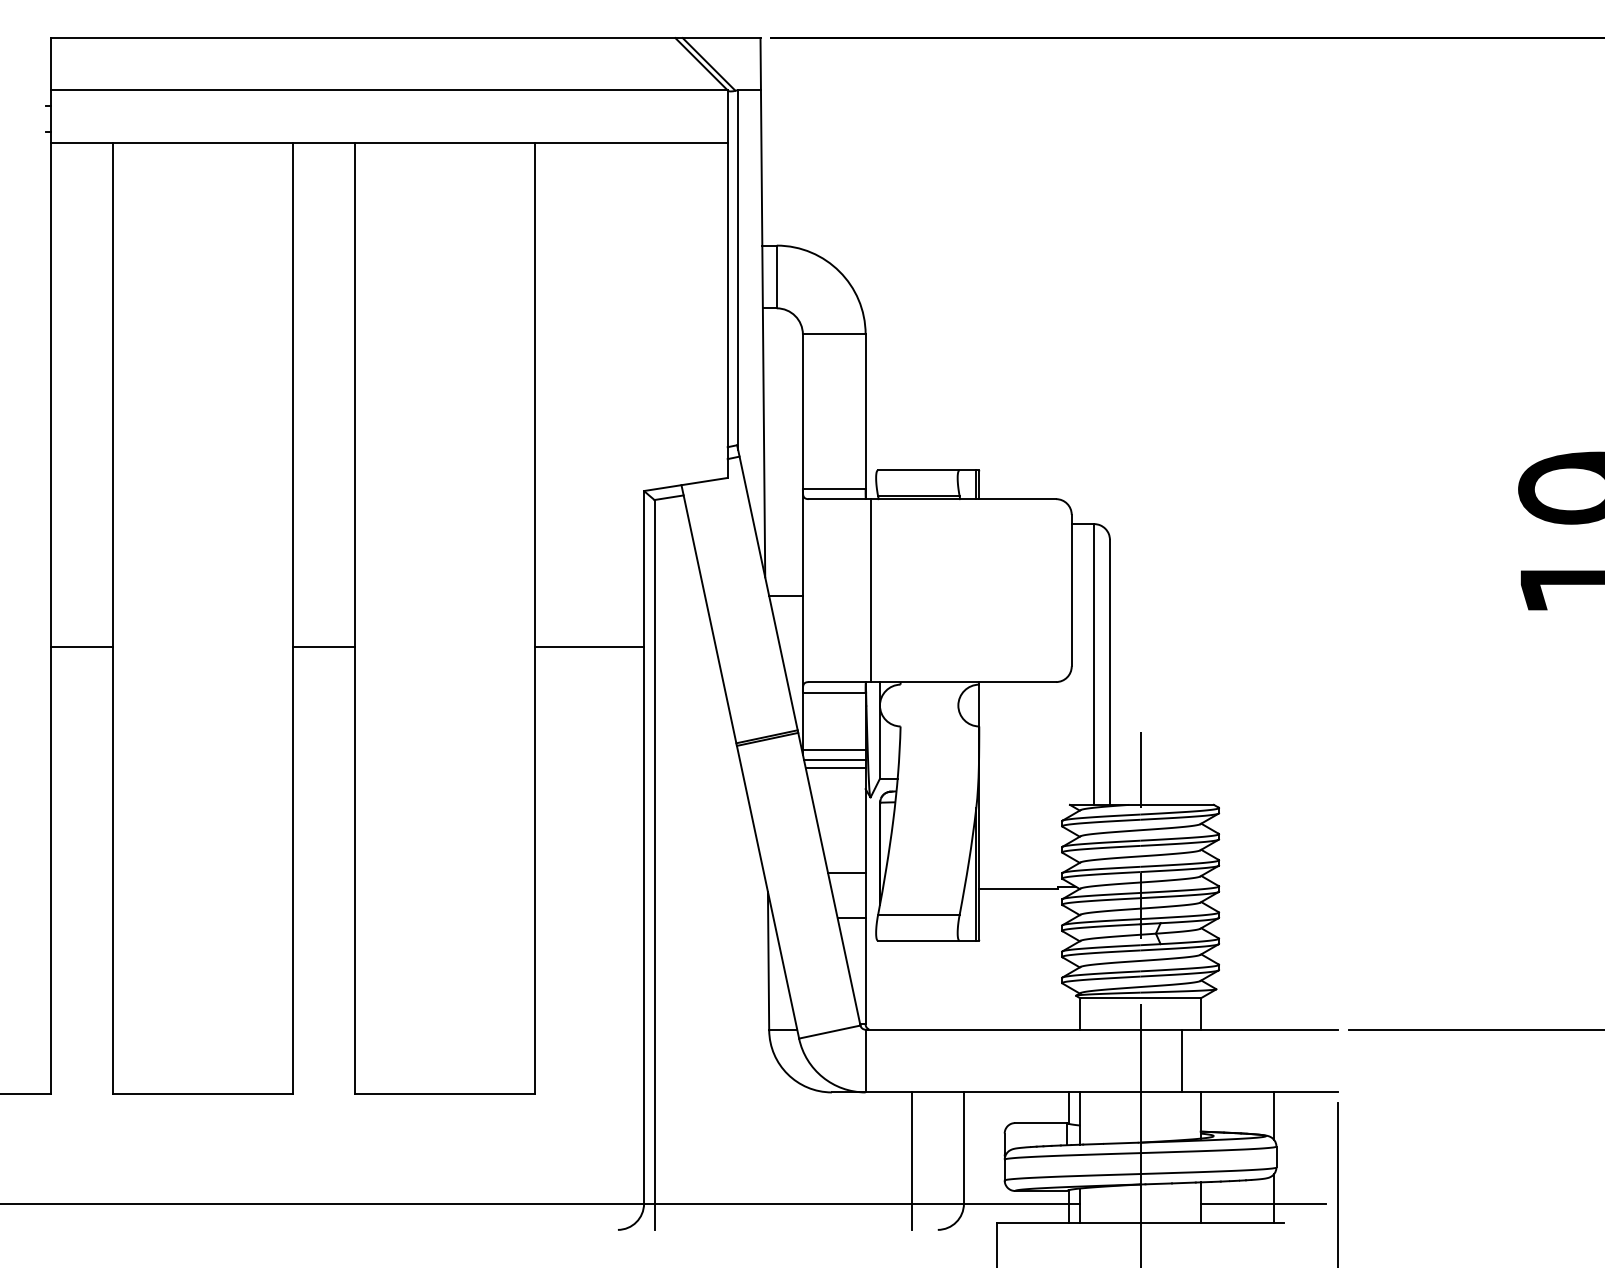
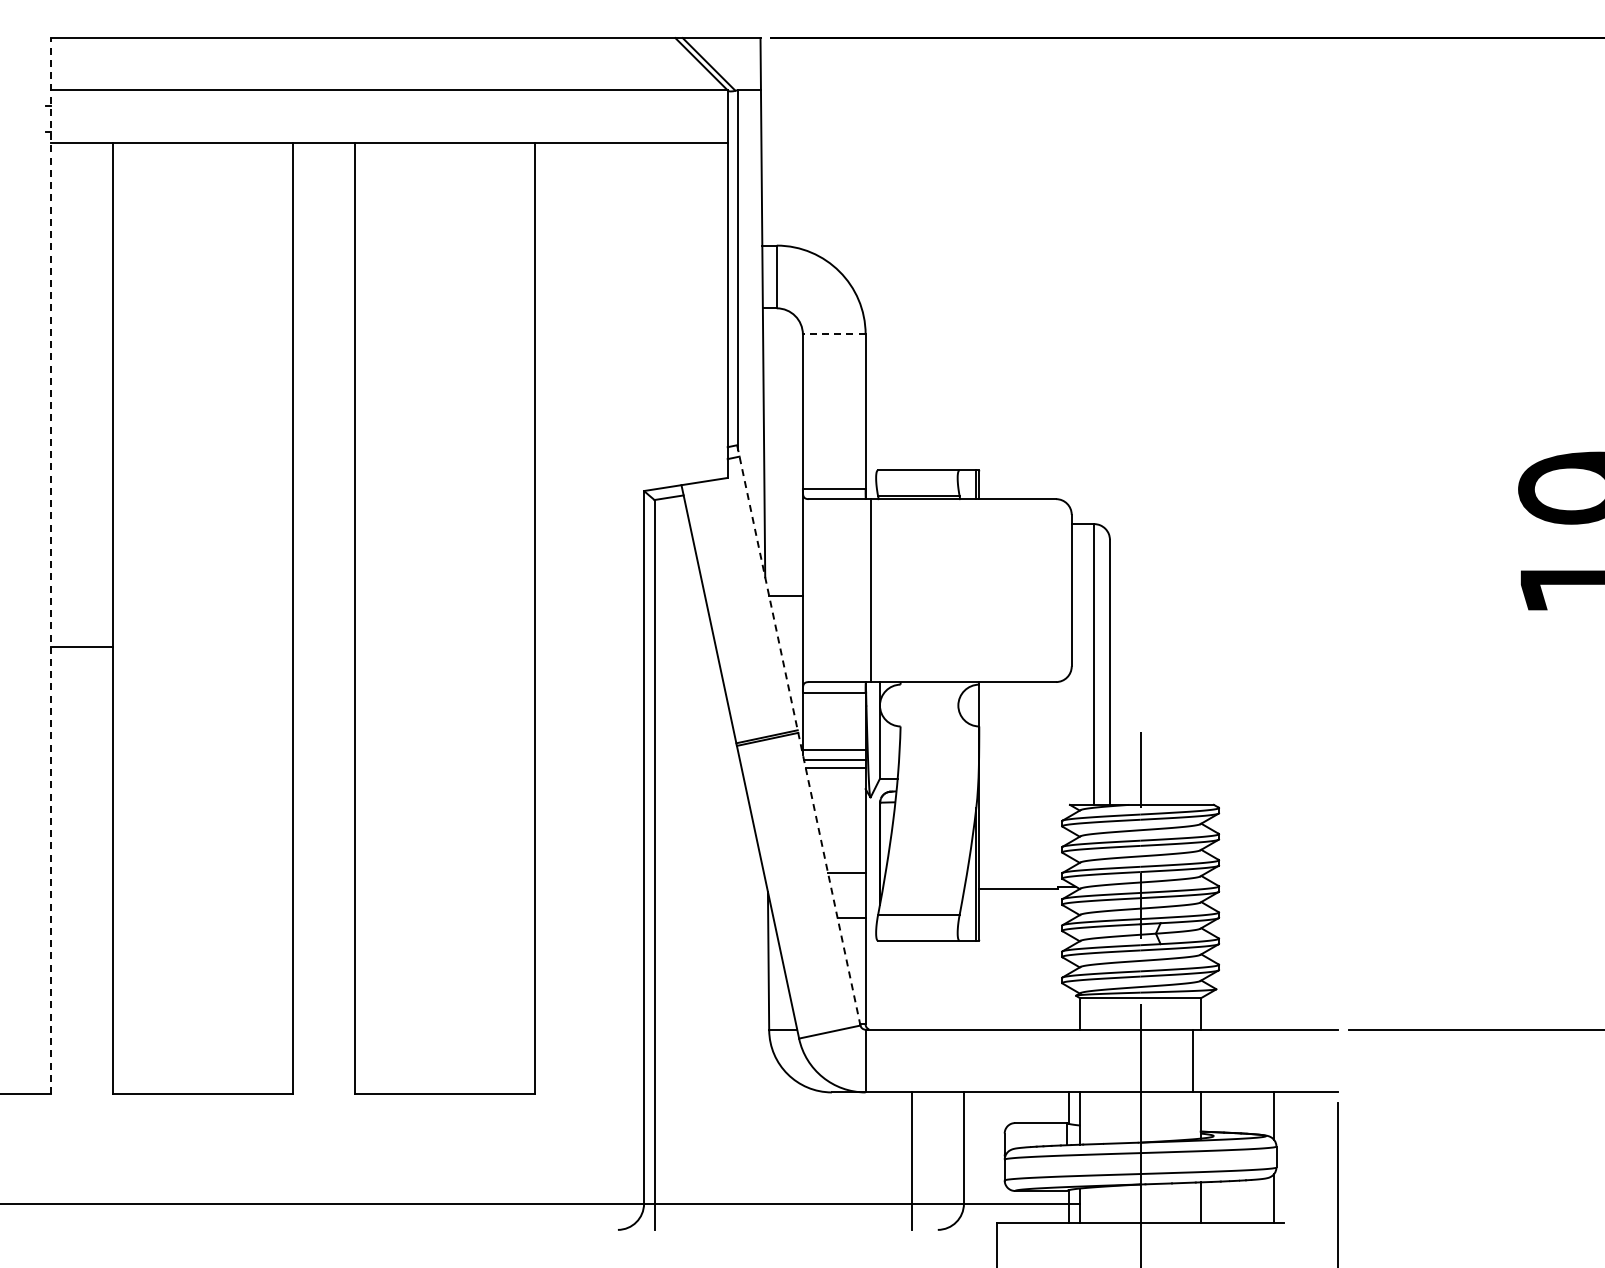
line at (833, 334): solid -> dashed
line at (50, 566): solid -> dashed
line at (323, 647): present -> none
line at (589, 647): present -> none
line at (798, 735): solid -> dashed
line at (1181, 1060) position: (1181, 1060) -> (1192, 1060)
line at (1263, 1203): present -> none
